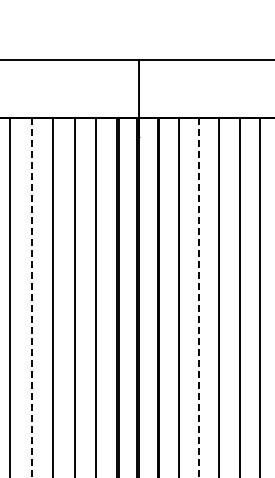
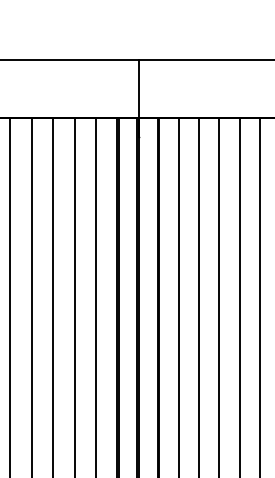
line at (31, 297): dashed -> solid
line at (198, 297): dashed -> solid
